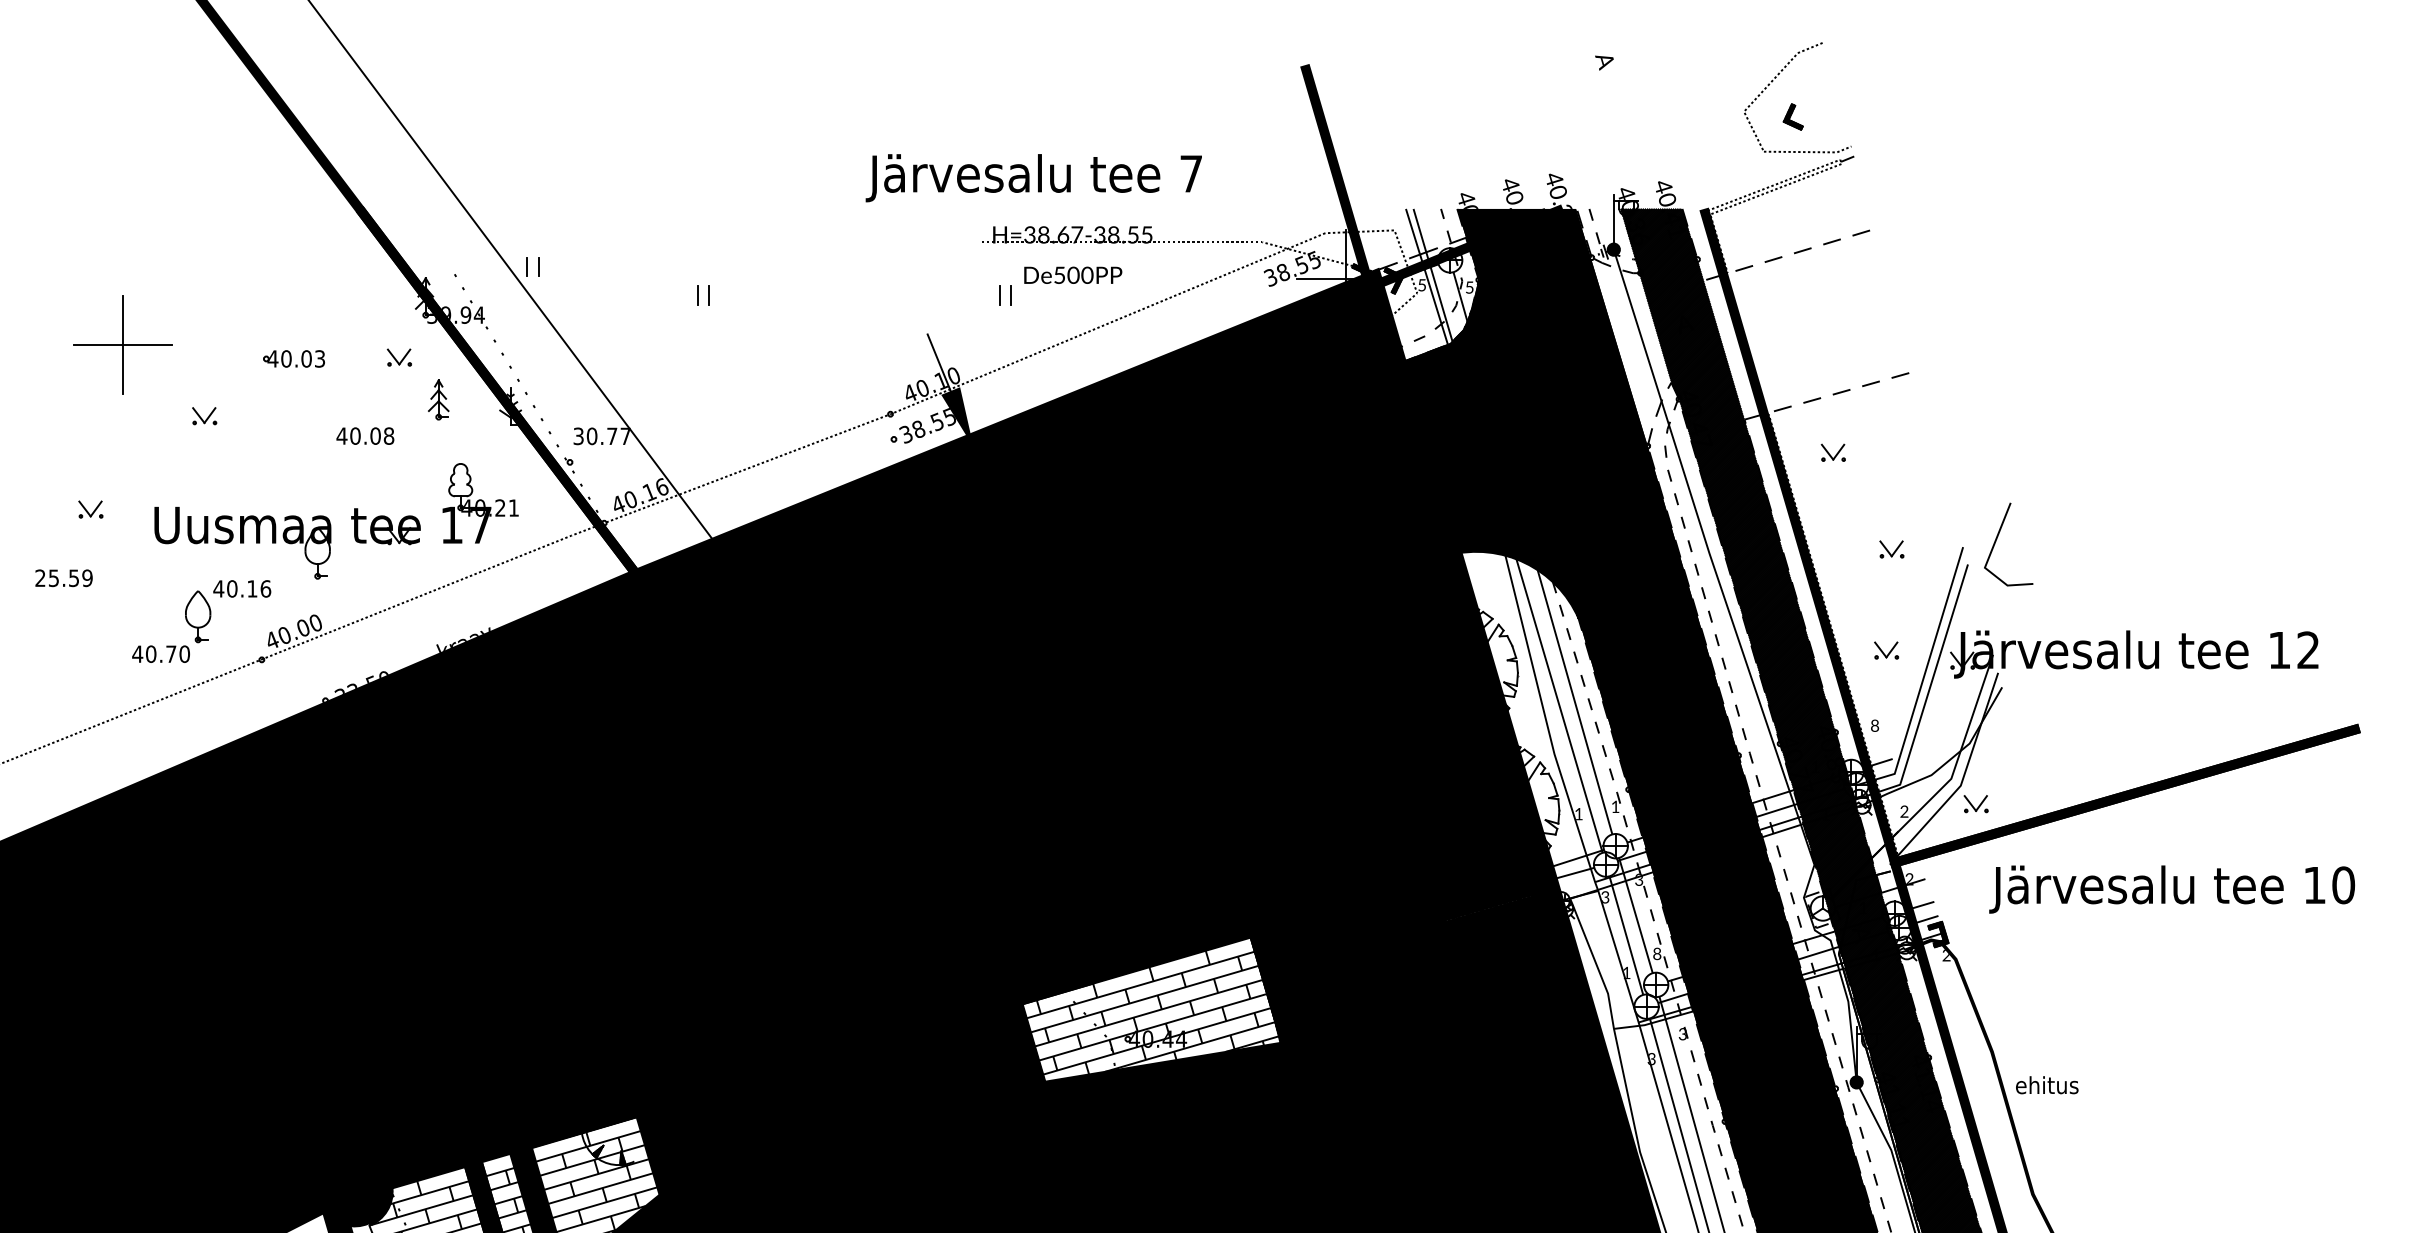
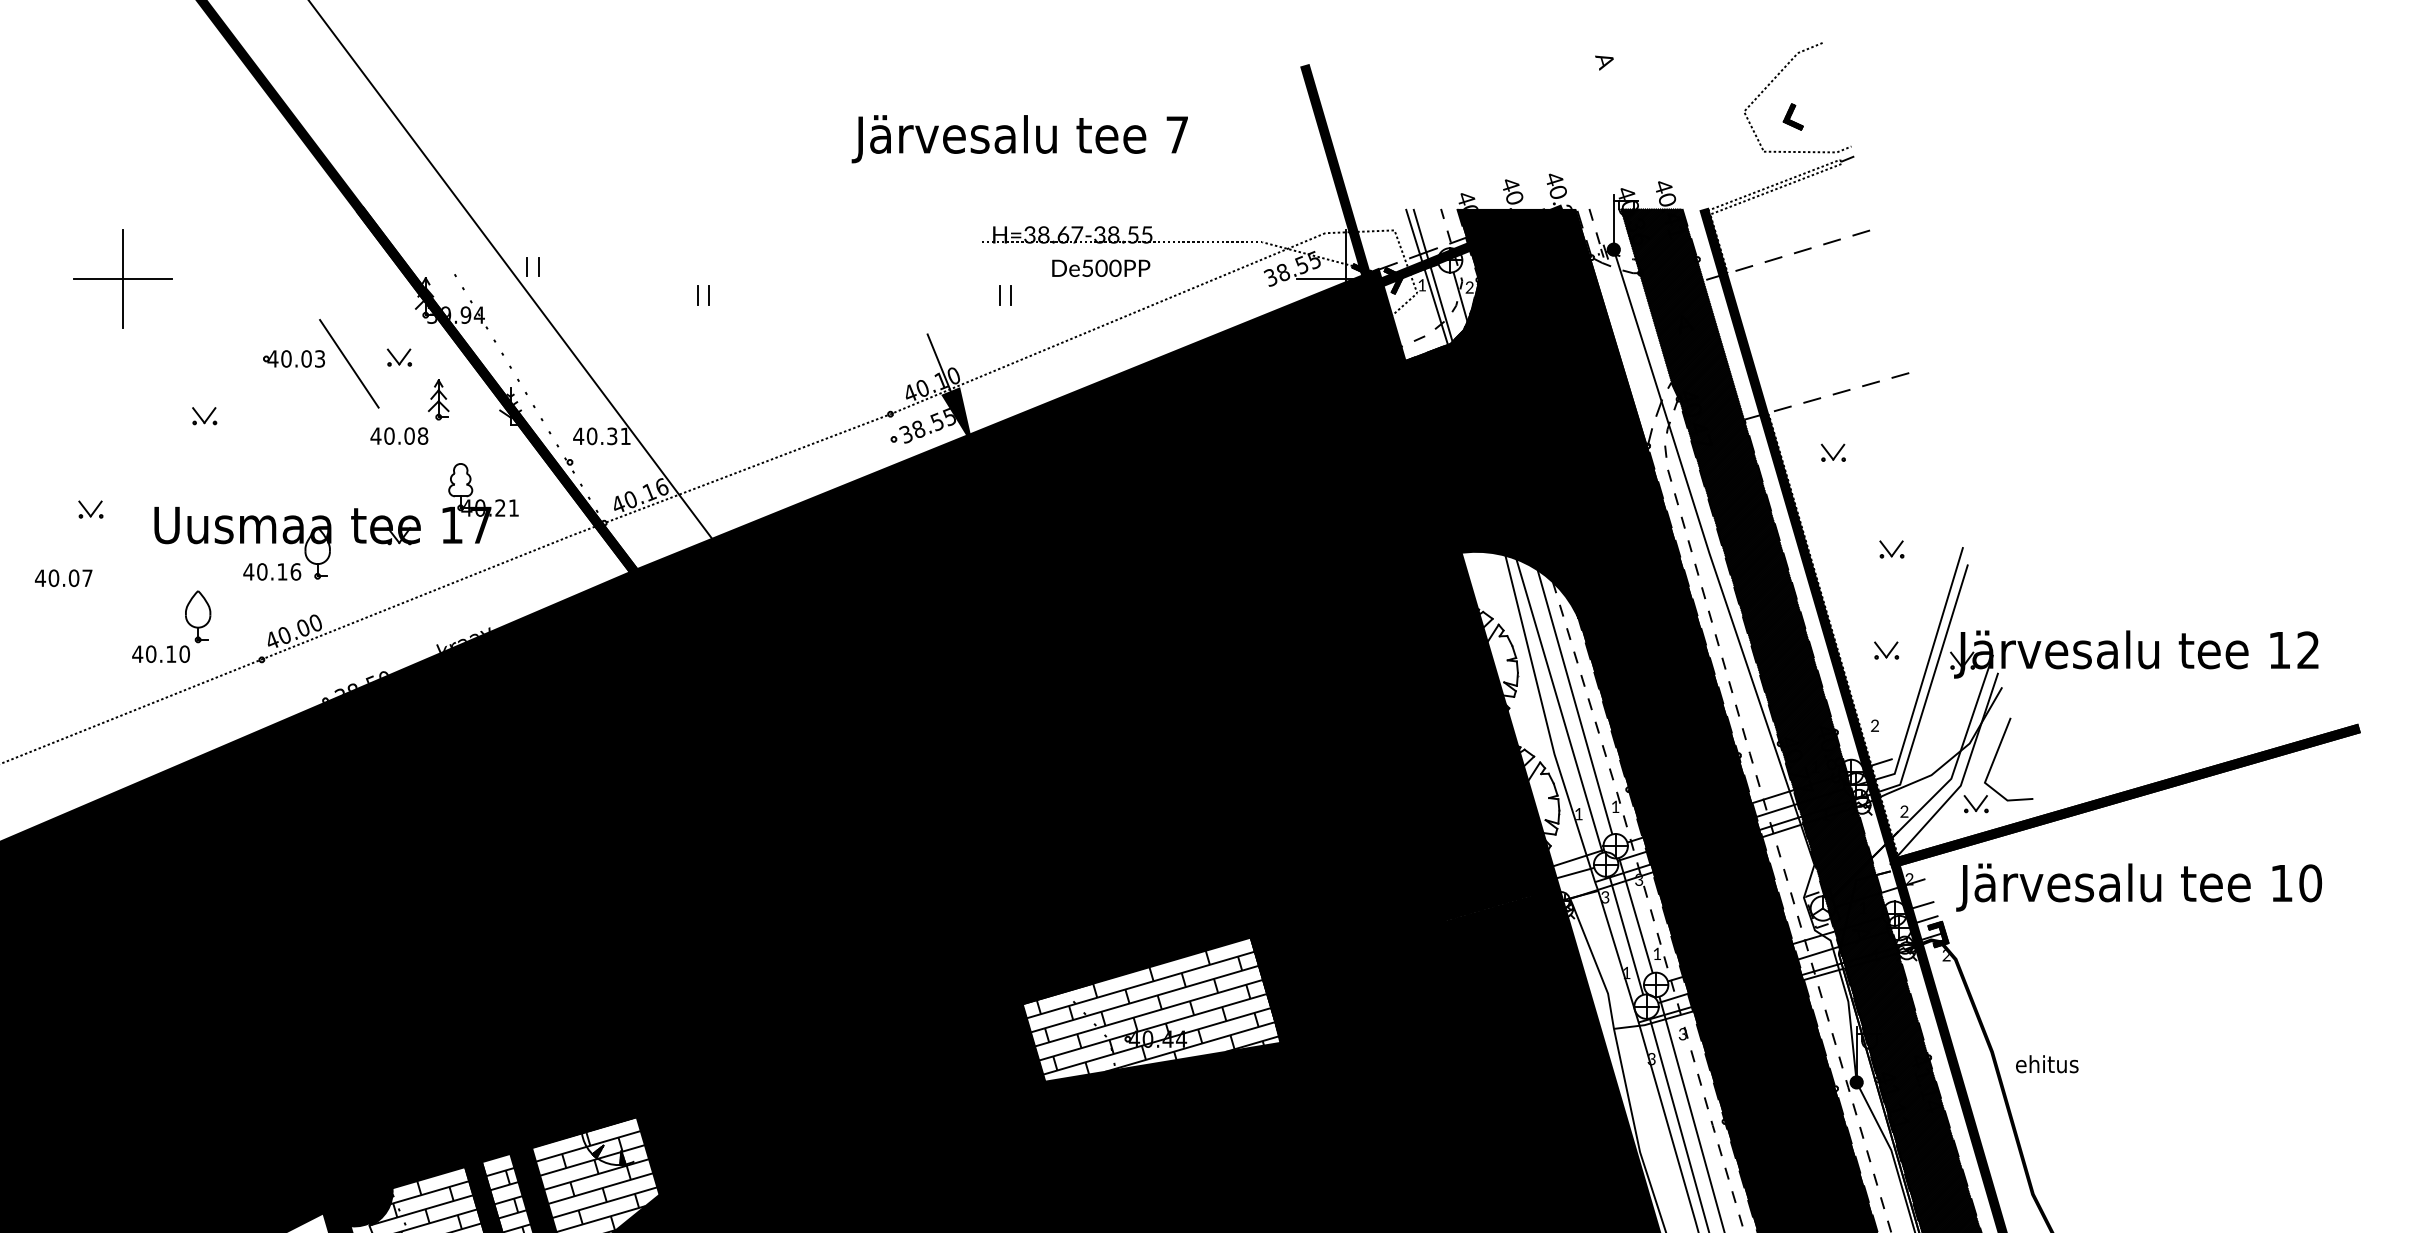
text at (1033, 178) position: (1033, 178) -> (1019, 139)
text at (1073, 274) position: (1073, 274) -> (1101, 267)
text at (1421, 285): 5 -> 1
text at (1469, 287): 5 -> 2
part at (122, 344) position: (122, 344) -> (122, 278)
line at (349, 363): none -> present
text at (365, 435) position: (365, 435) -> (399, 435)
text at (601, 436): 30.77 -> 40.31
line at (1997, 539) position: (1997, 539) -> (1997, 754)
text at (63, 578): 25.59 -> 40.07
text at (242, 588) position: (242, 588) -> (272, 571)
text at (171, 653): 40.70 -> 40.10
text at (352, 687): 33.50 -> 38.50
text at (1875, 725): 8 -> 2
text at (2171, 889) position: (2171, 889) -> (2138, 887)
text at (1657, 953): 8 -> 1
text at (2047, 1085) position: (2047, 1085) -> (2047, 1064)
